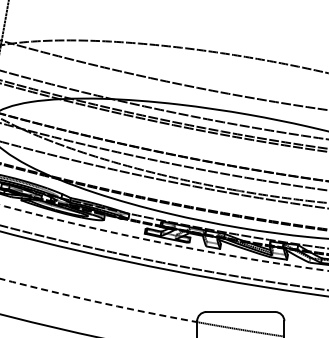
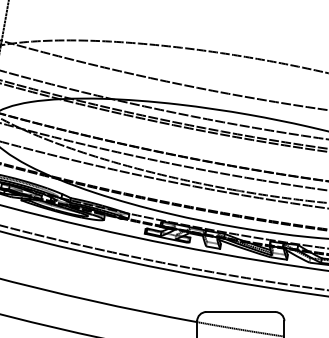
arc at (164, 243): dashed -> solid
arc at (98, 302): dashed -> solid
